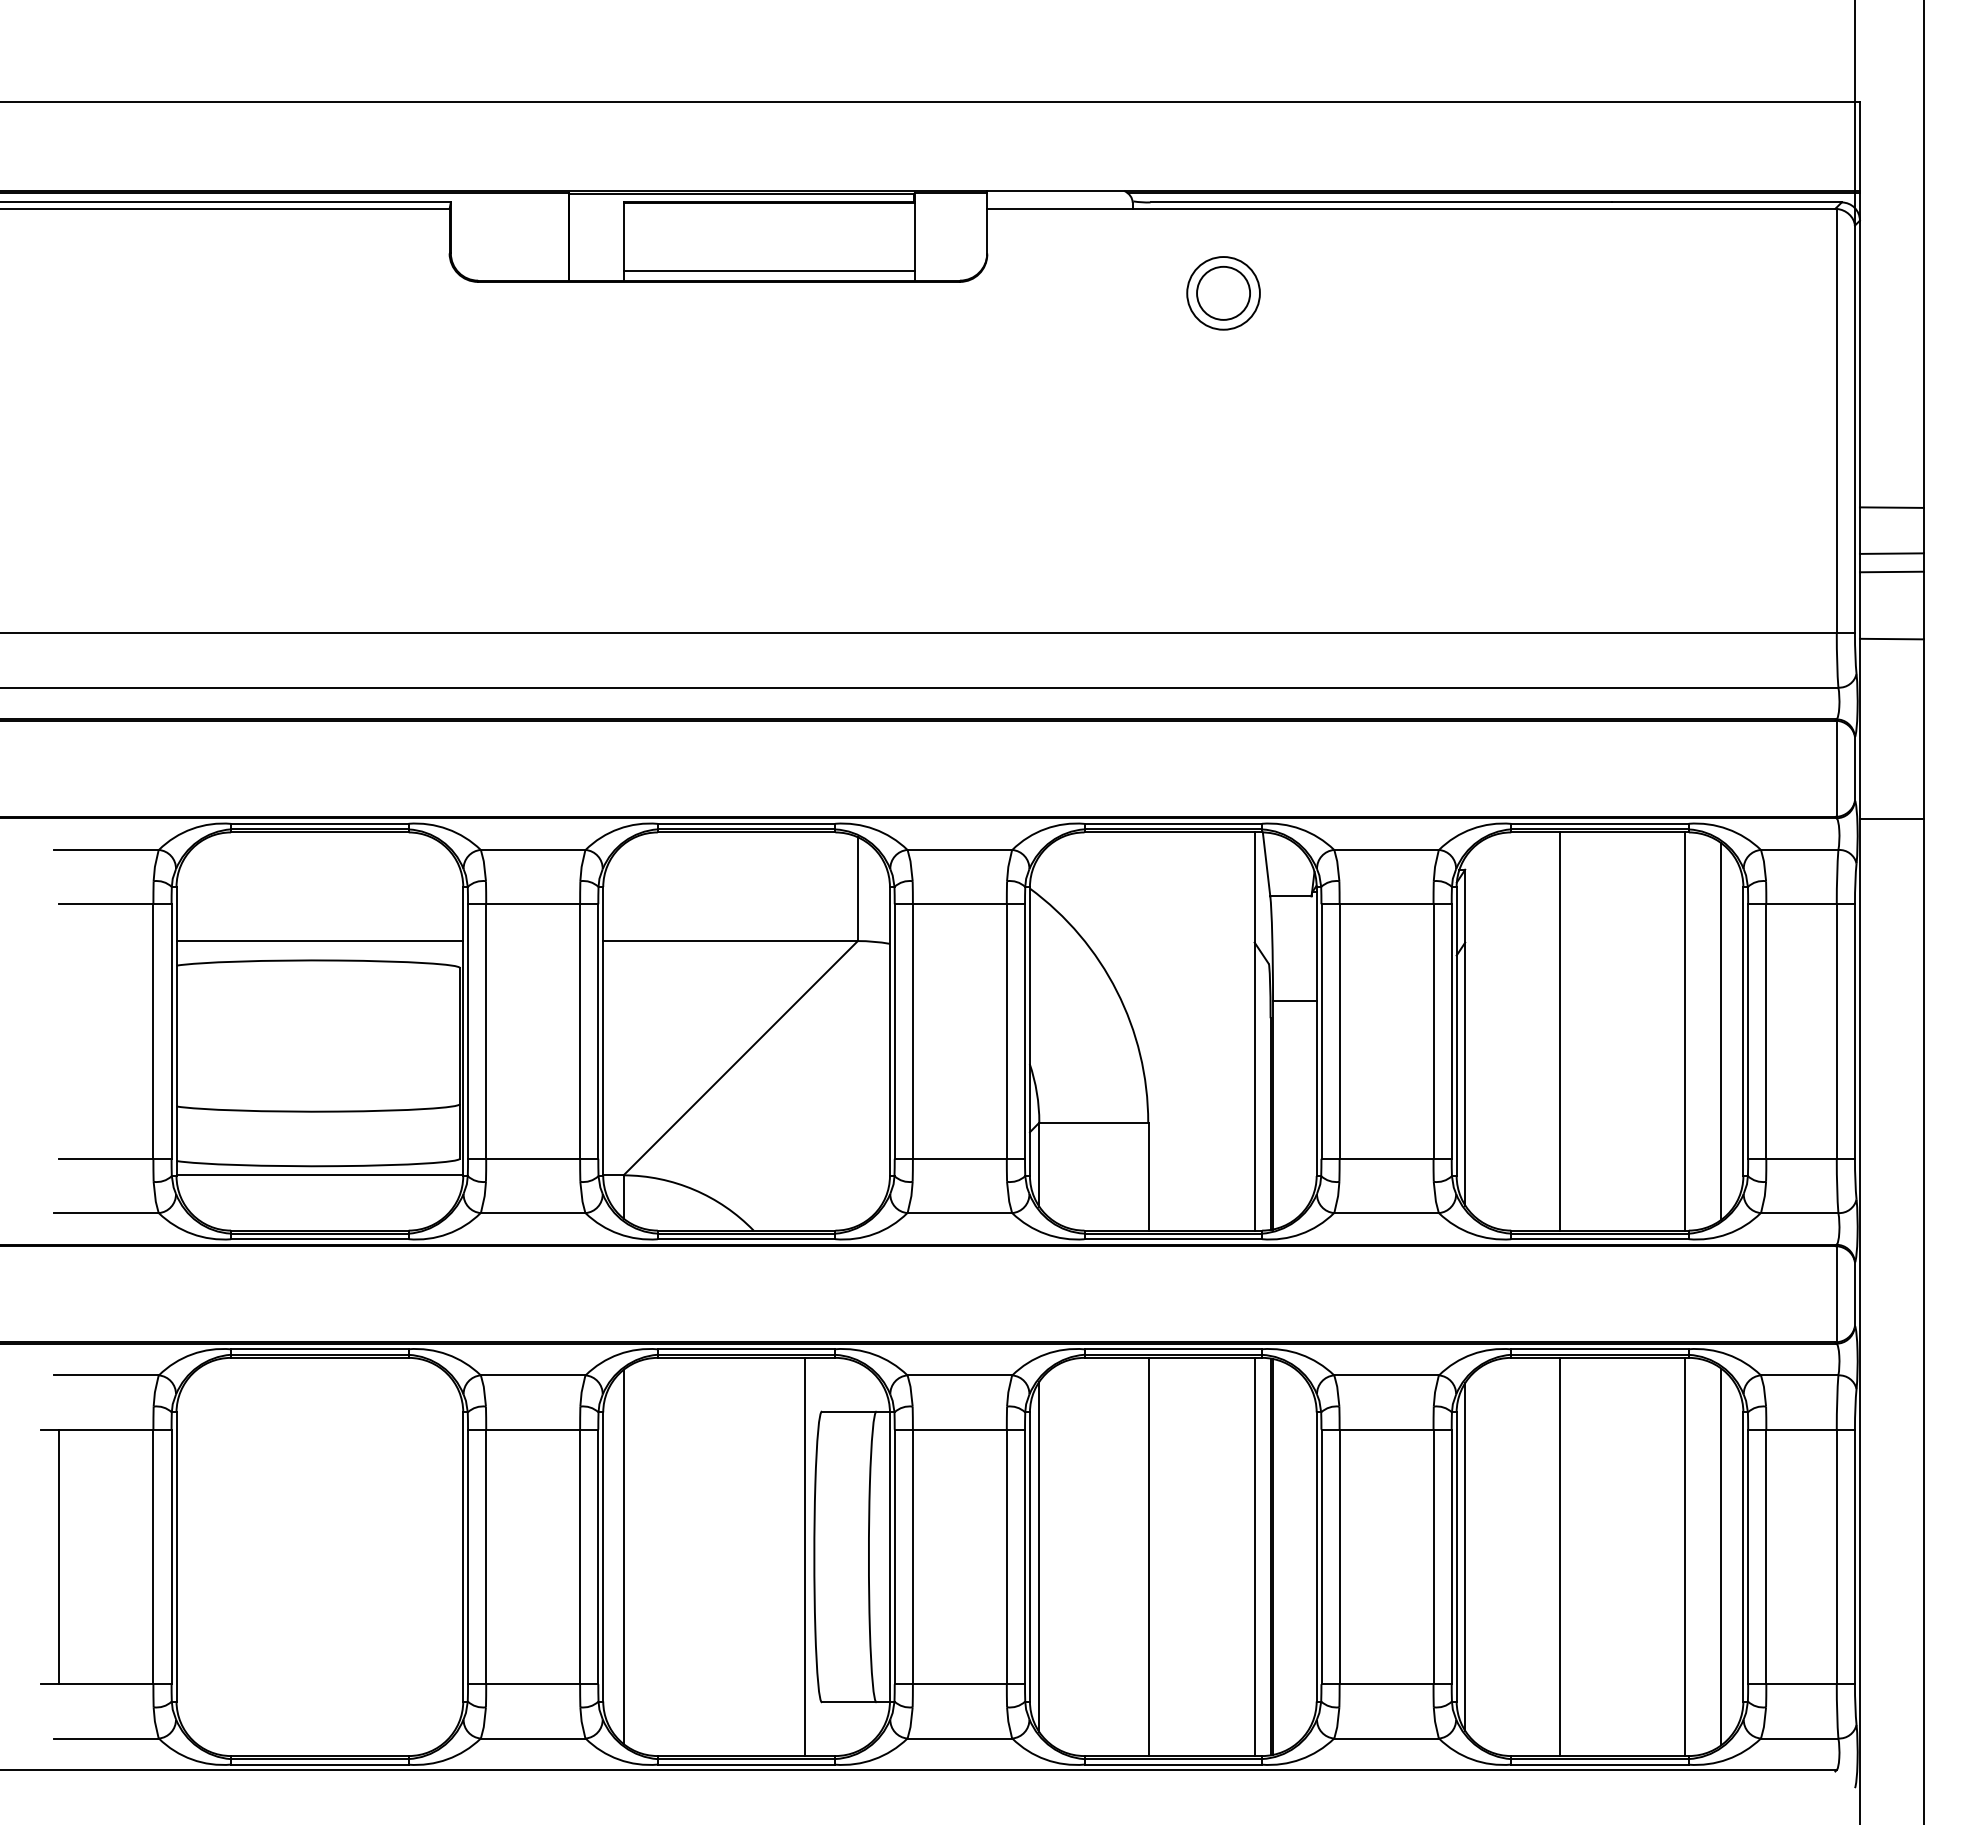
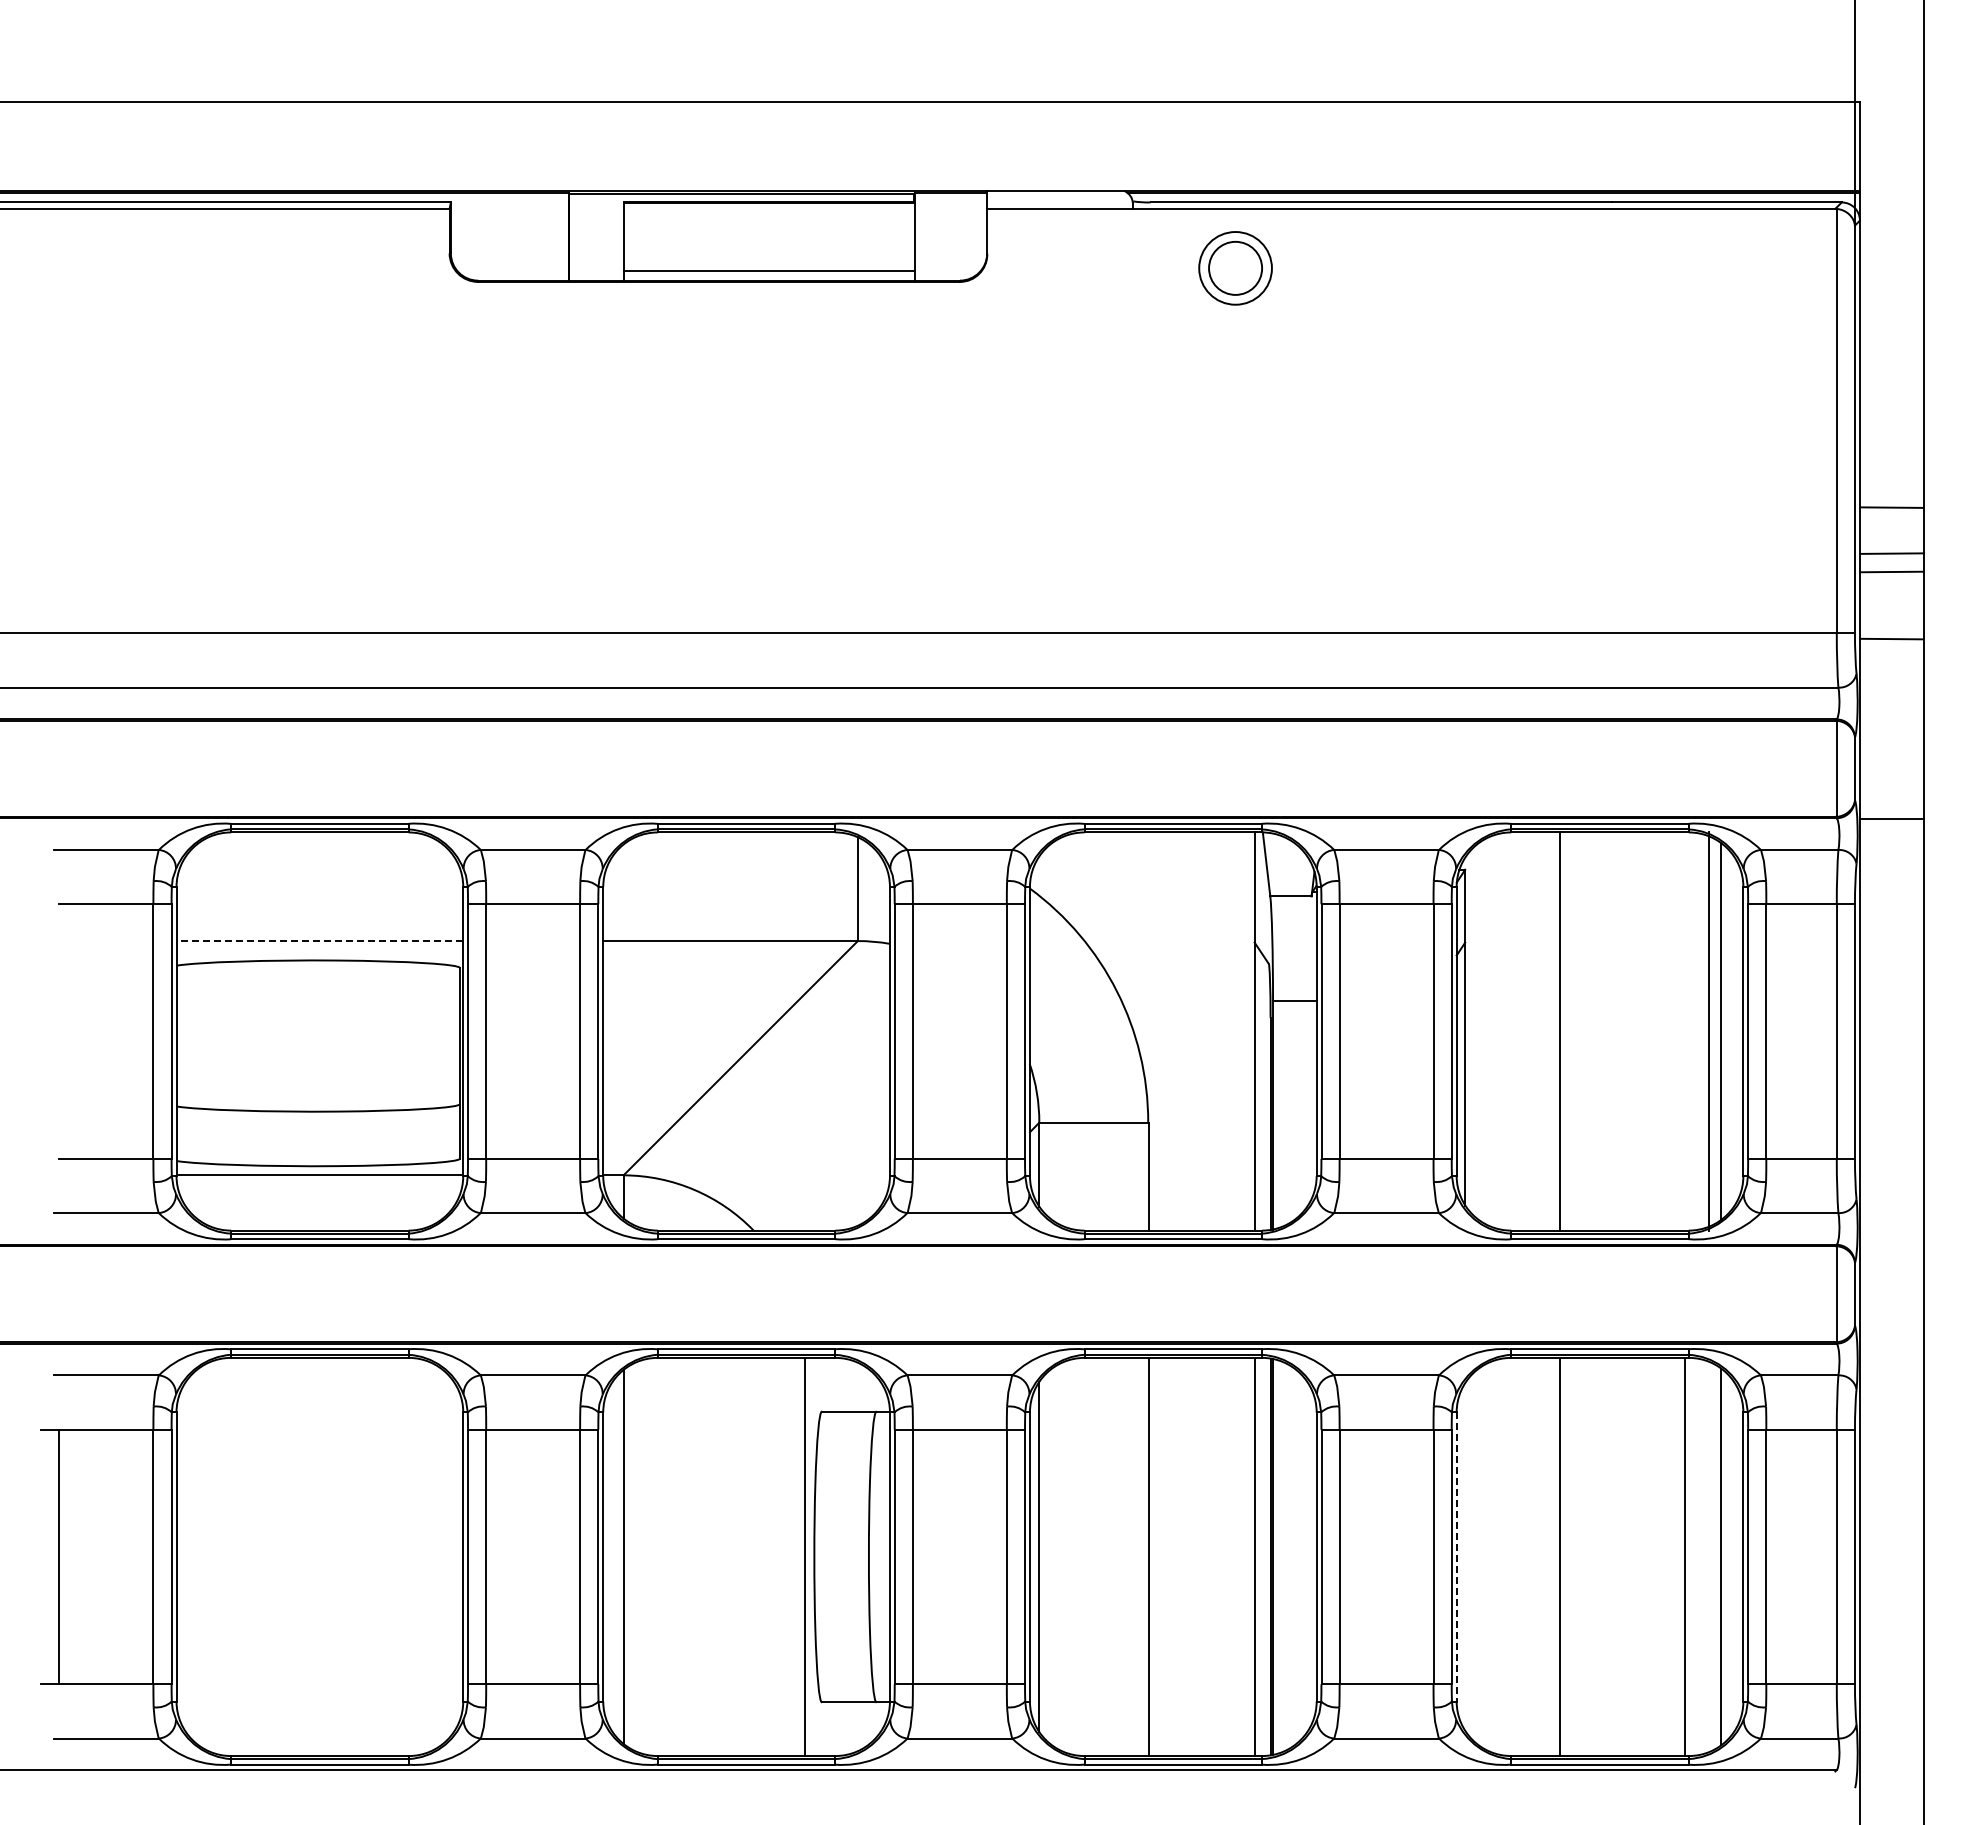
part at (1223, 293) position: (1223, 293) -> (1235, 268)
line at (319, 940): solid -> dashed
line at (1684, 1031) position: (1684, 1031) -> (1708, 1031)
line at (1456, 1556): solid -> dashed
line at (1465, 1556): present -> none
